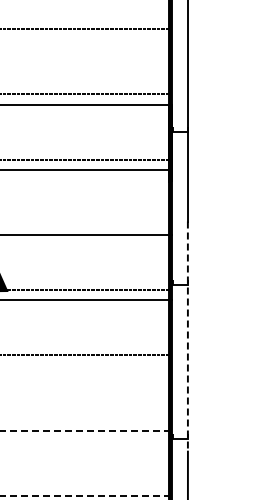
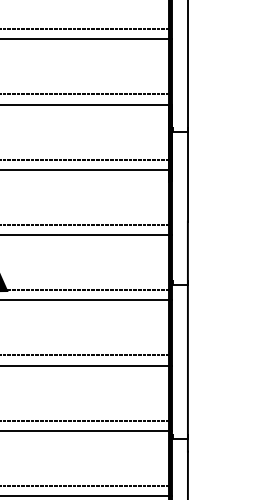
line at (87, 39): none -> present
line at (87, 224): none -> present
line at (187, 337): dashed -> solid
line at (87, 365): none -> present
line at (87, 420): none -> present
line at (86, 430): dashed -> solid
line at (87, 485): none -> present
line at (86, 496): dashed -> solid
